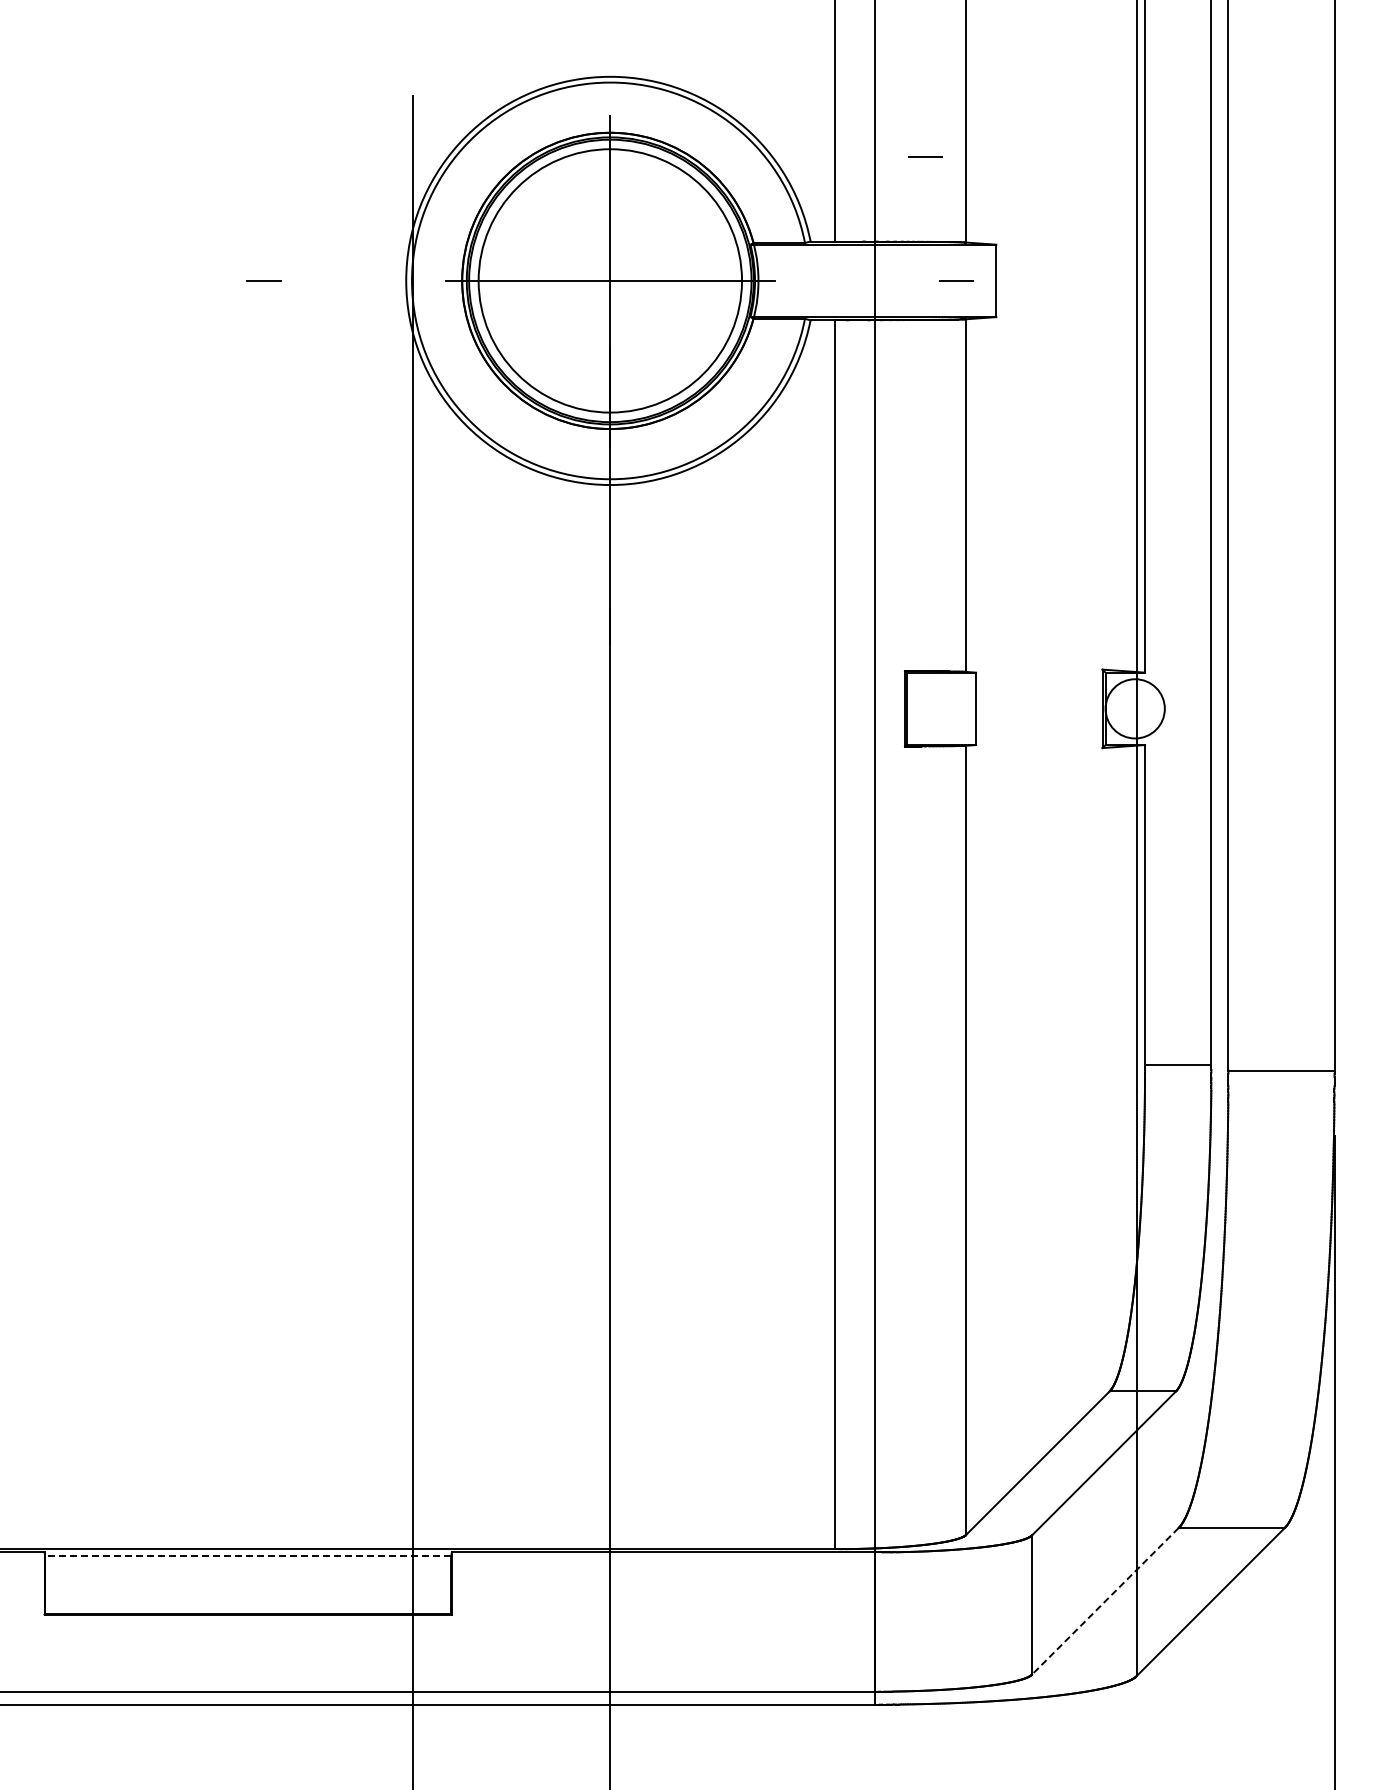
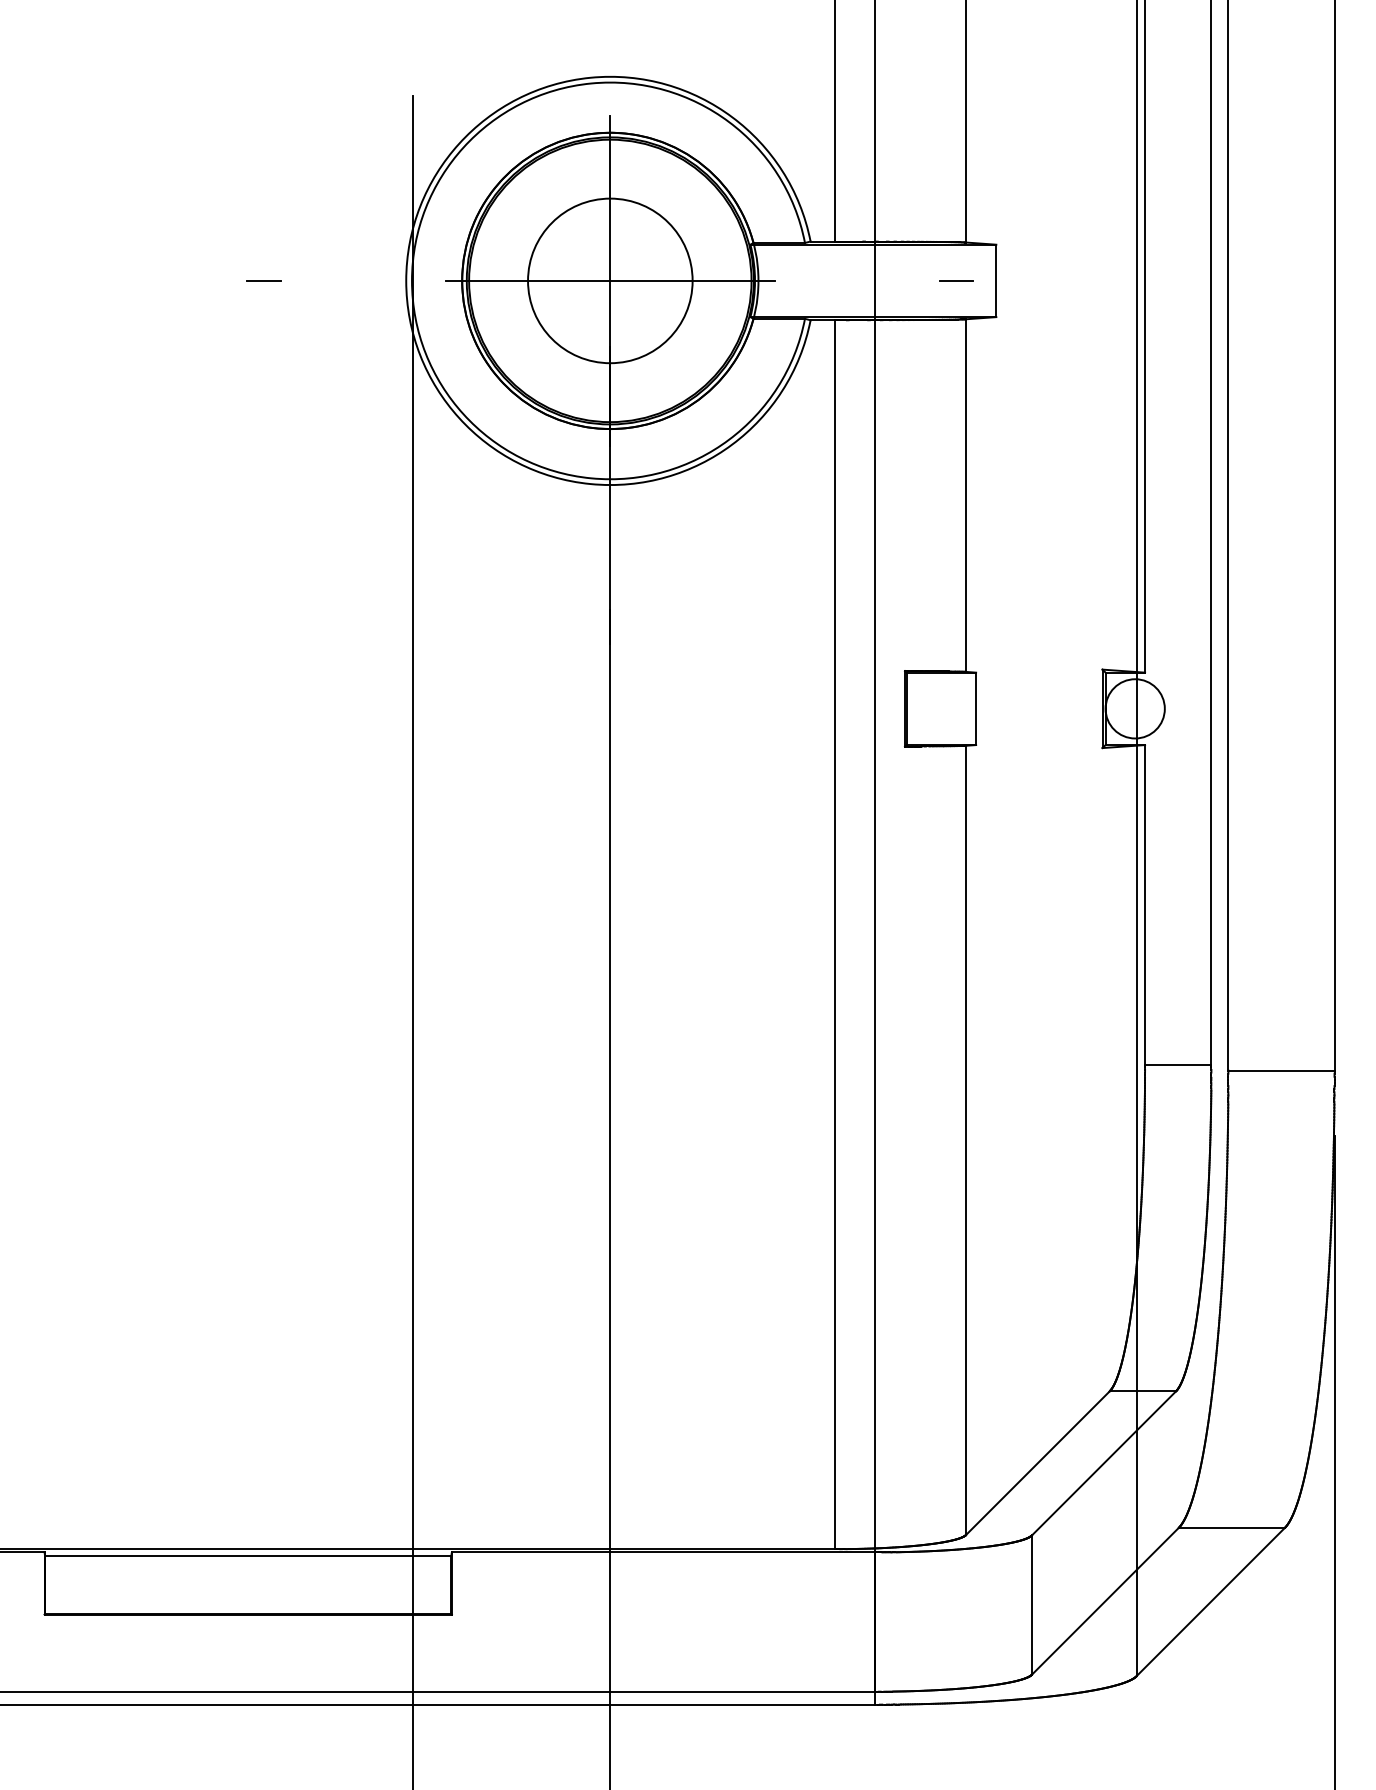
line at (925, 156): present -> none
circle at (610, 280) diameter: 263 px -> 165 px
line at (247, 1555): dashed -> solid
line at (1105, 1601): dashed -> solid
